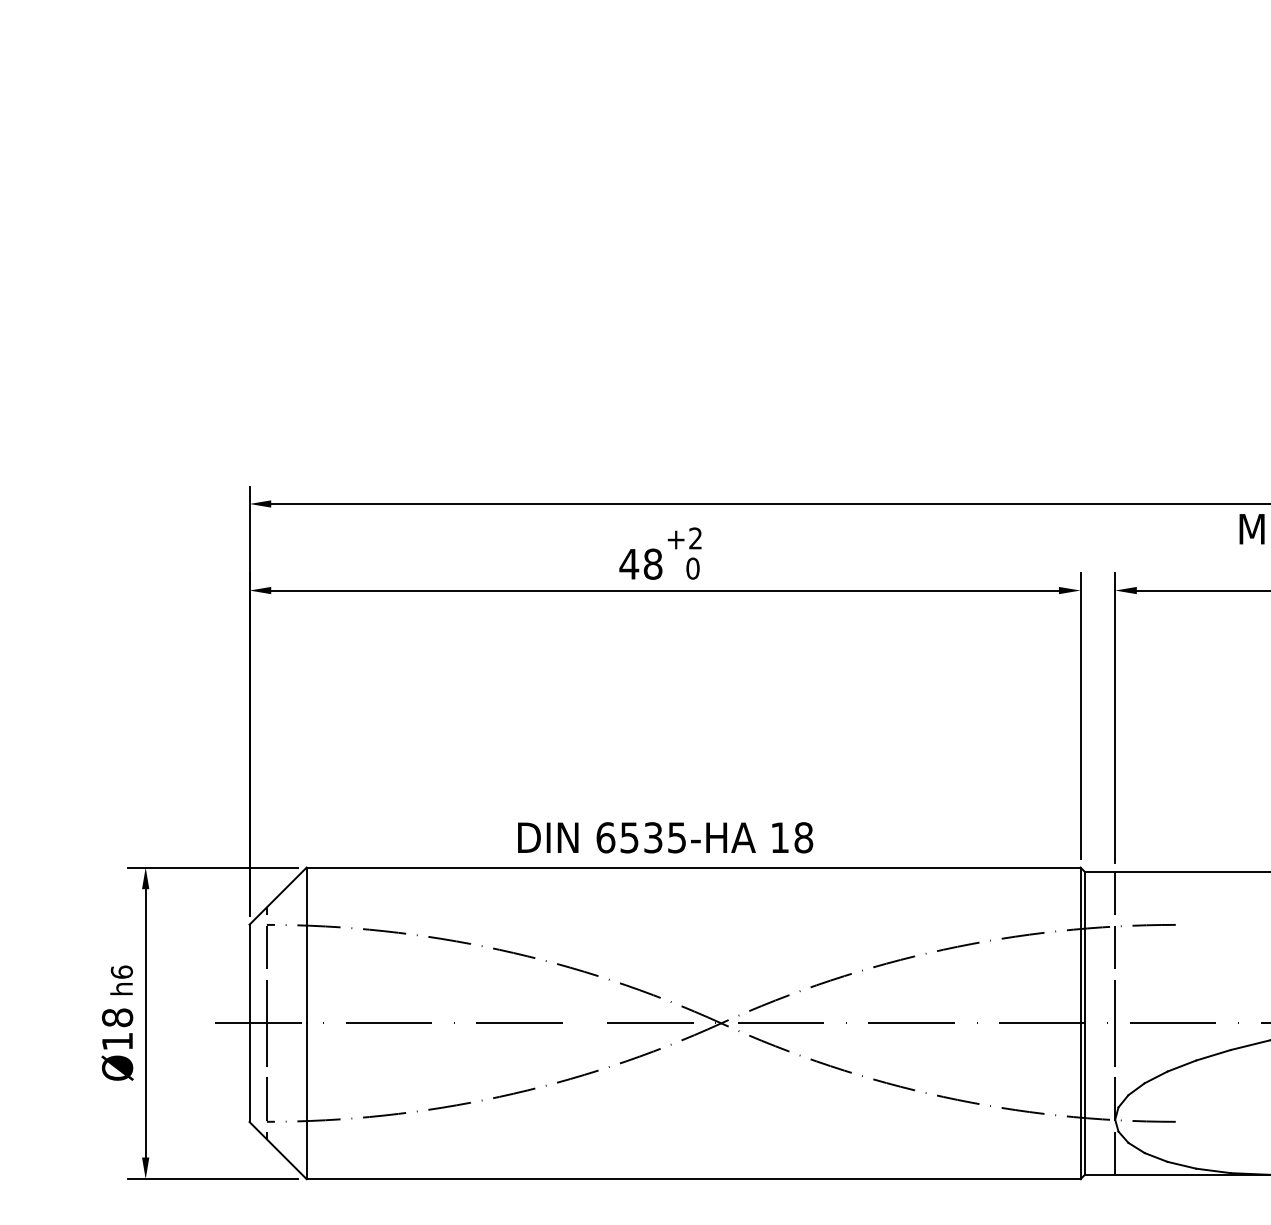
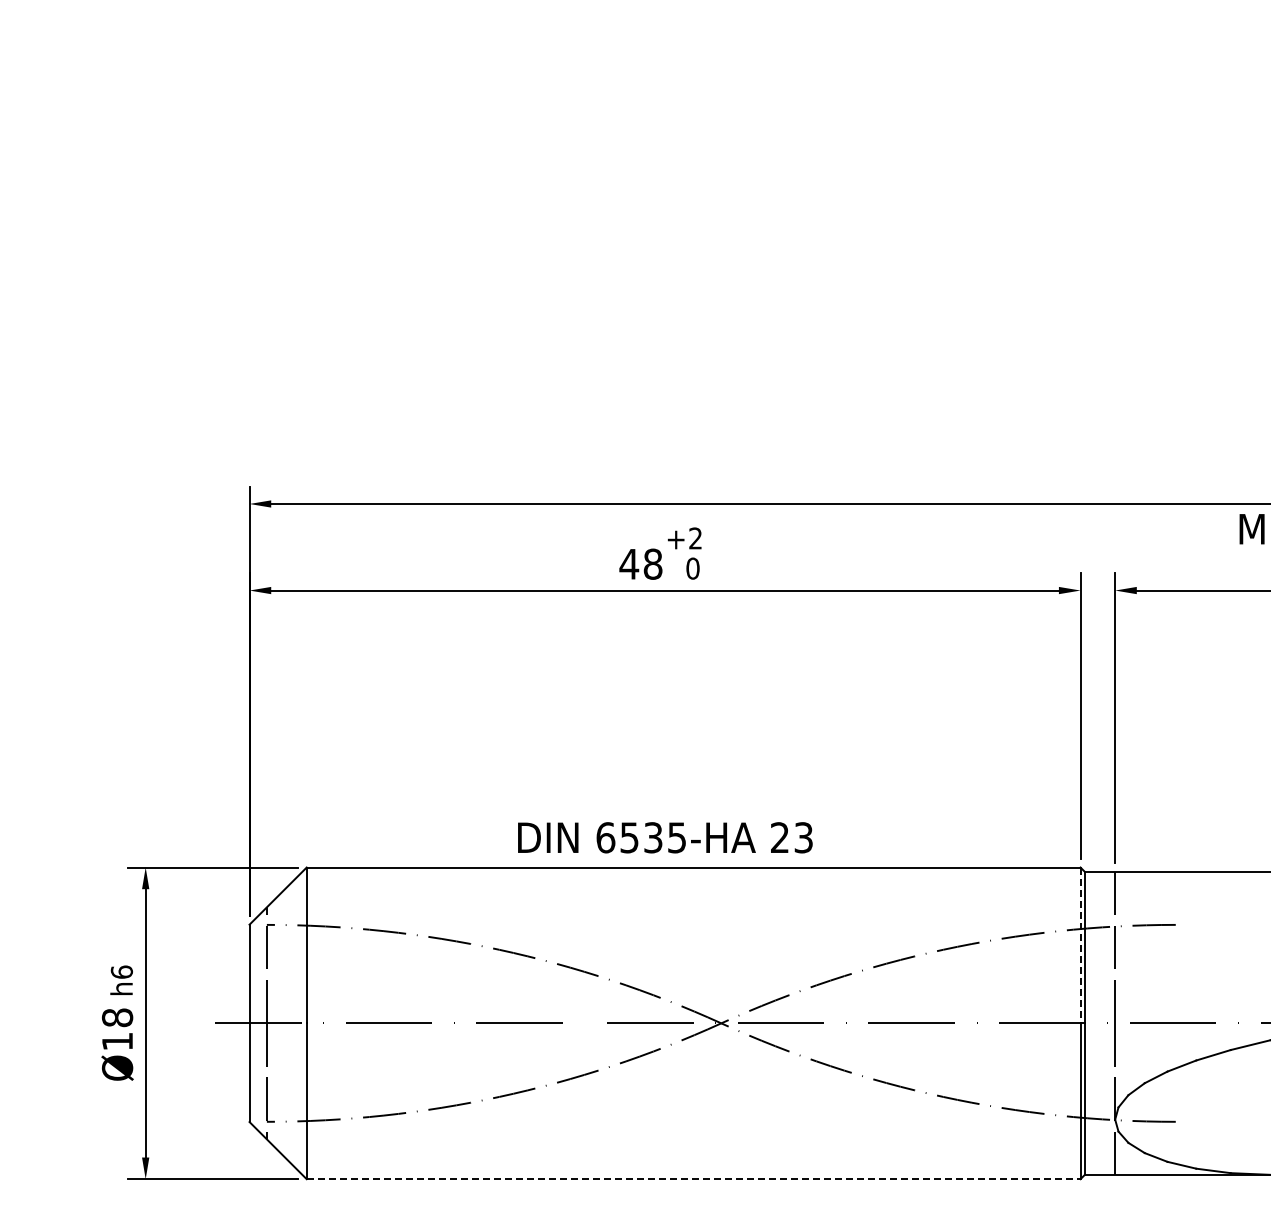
text at (792, 837): 18 -> 23
line at (1080, 945): solid -> dashed
line at (693, 1179): solid -> dashed
